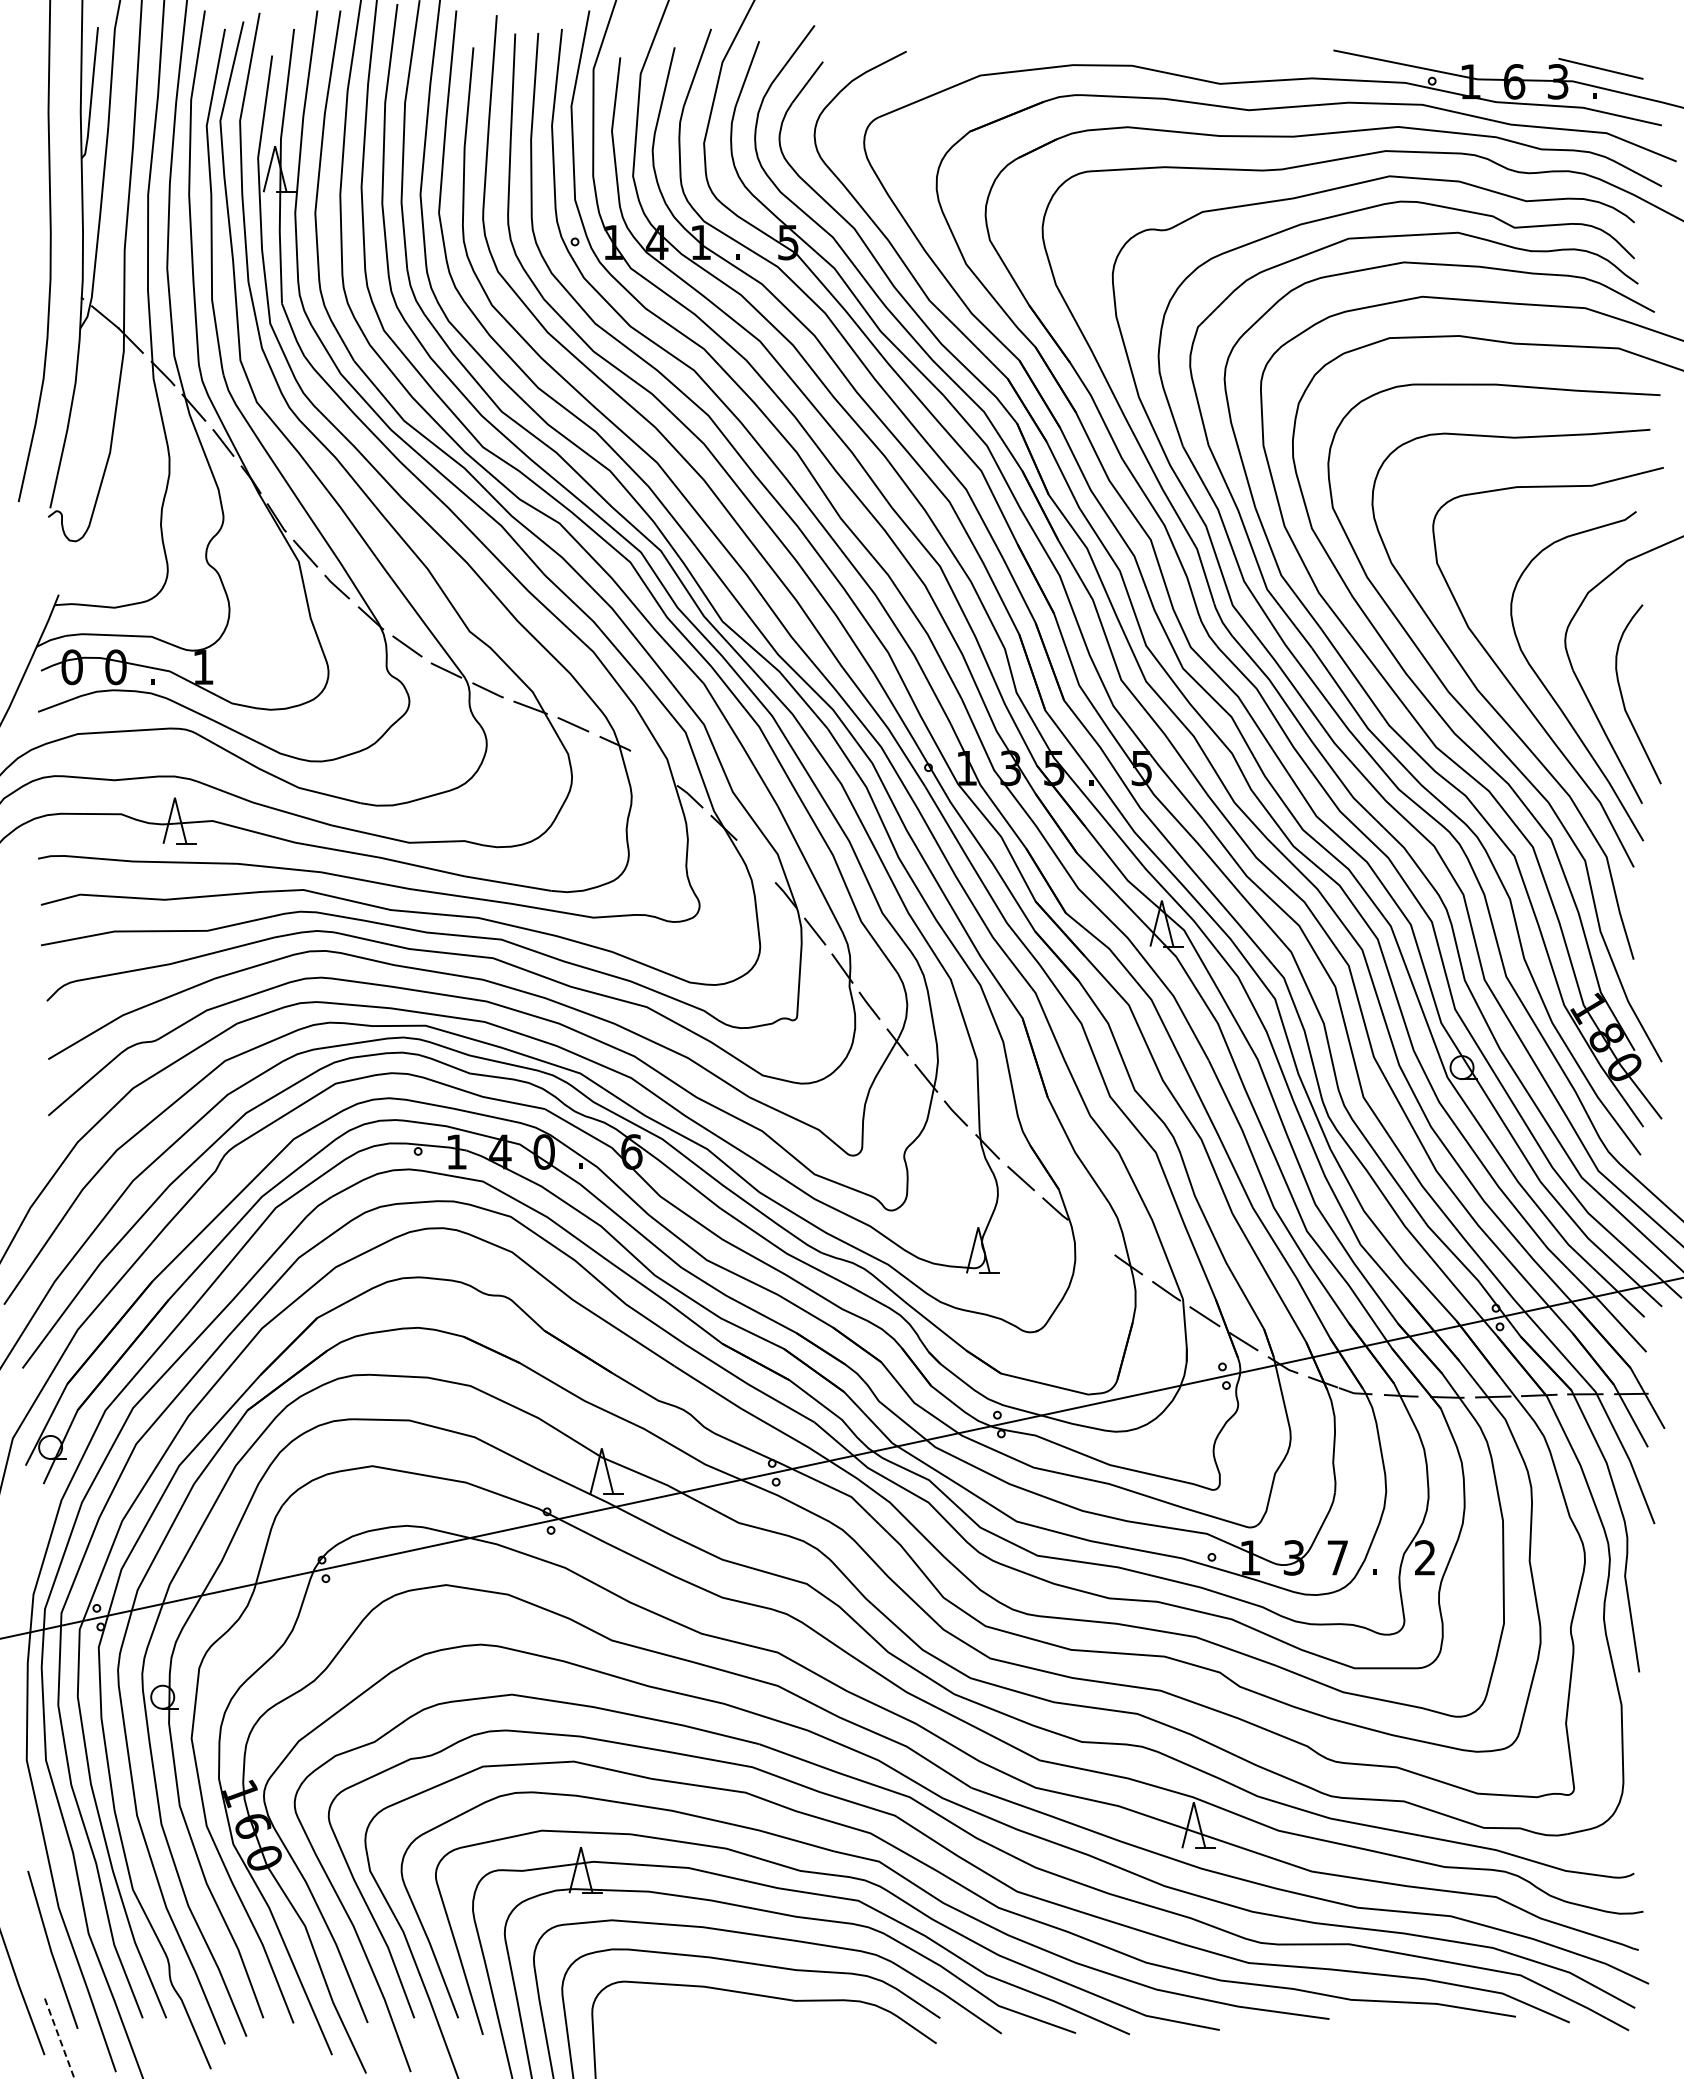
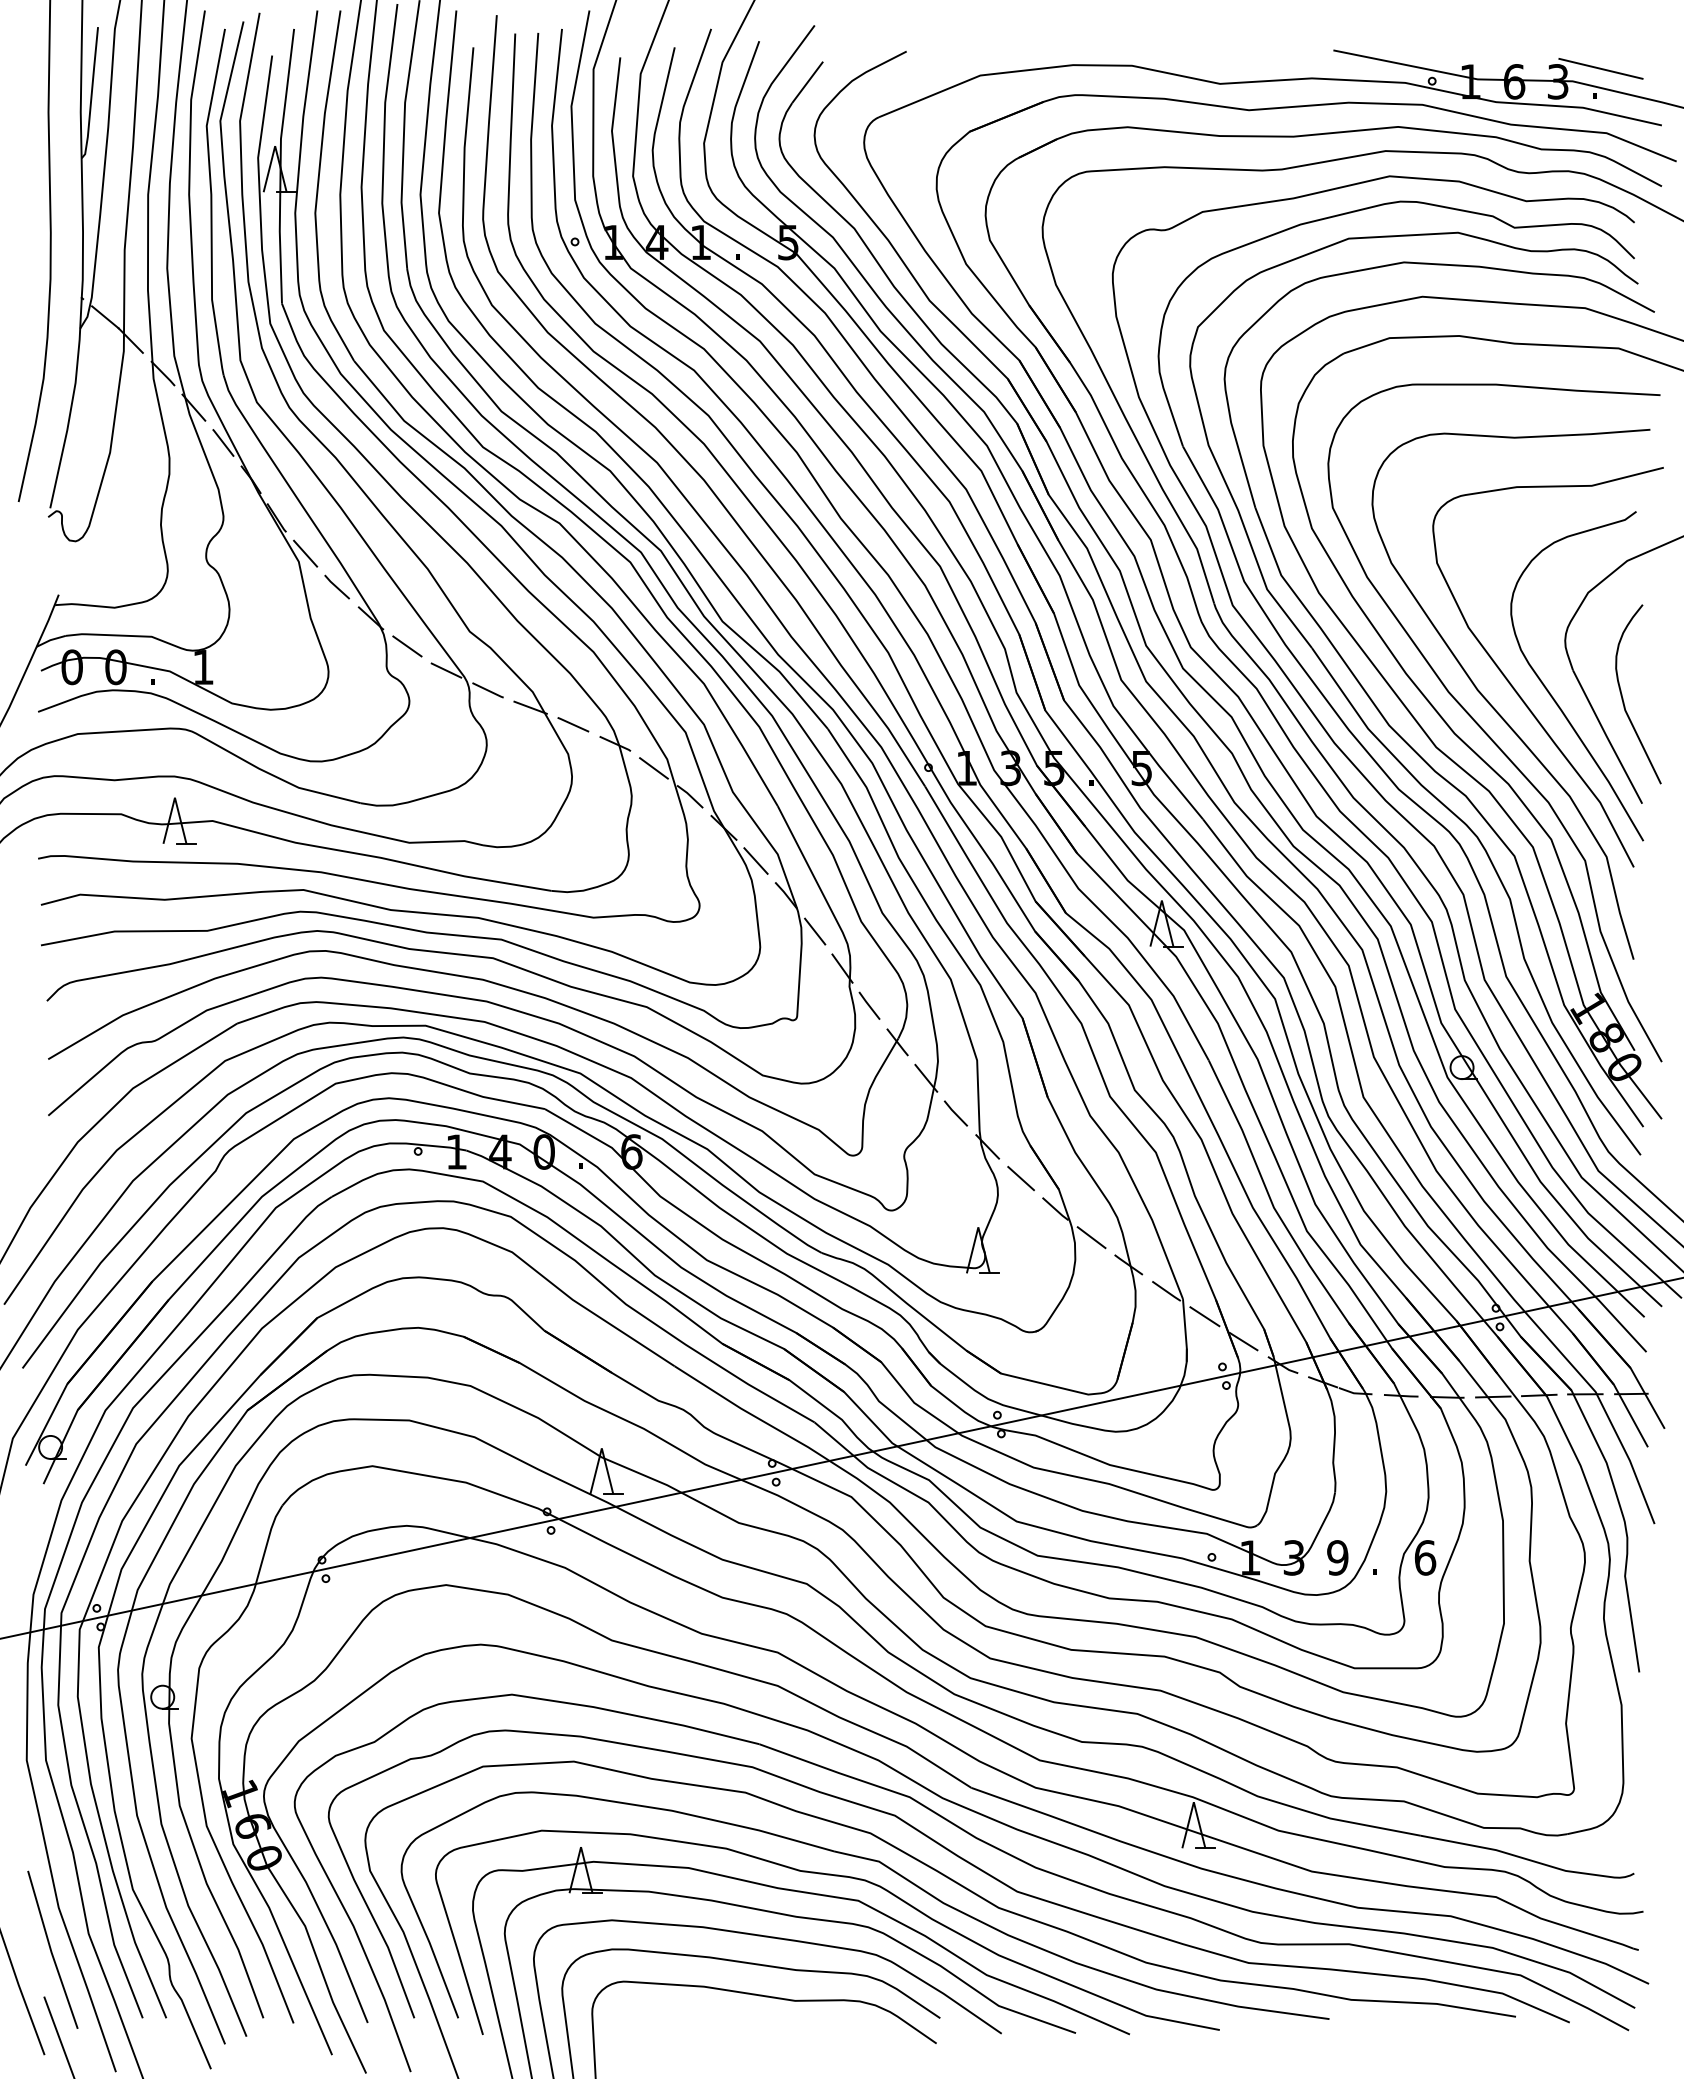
line at (653, 768): none -> present
line at (755, 860): none -> present
line at (1091, 1237): none -> present
text at (1337, 1557): 7 -> 9
text at (1425, 1557): 2 -> 6
line at (59, 2037): dashed -> solid
